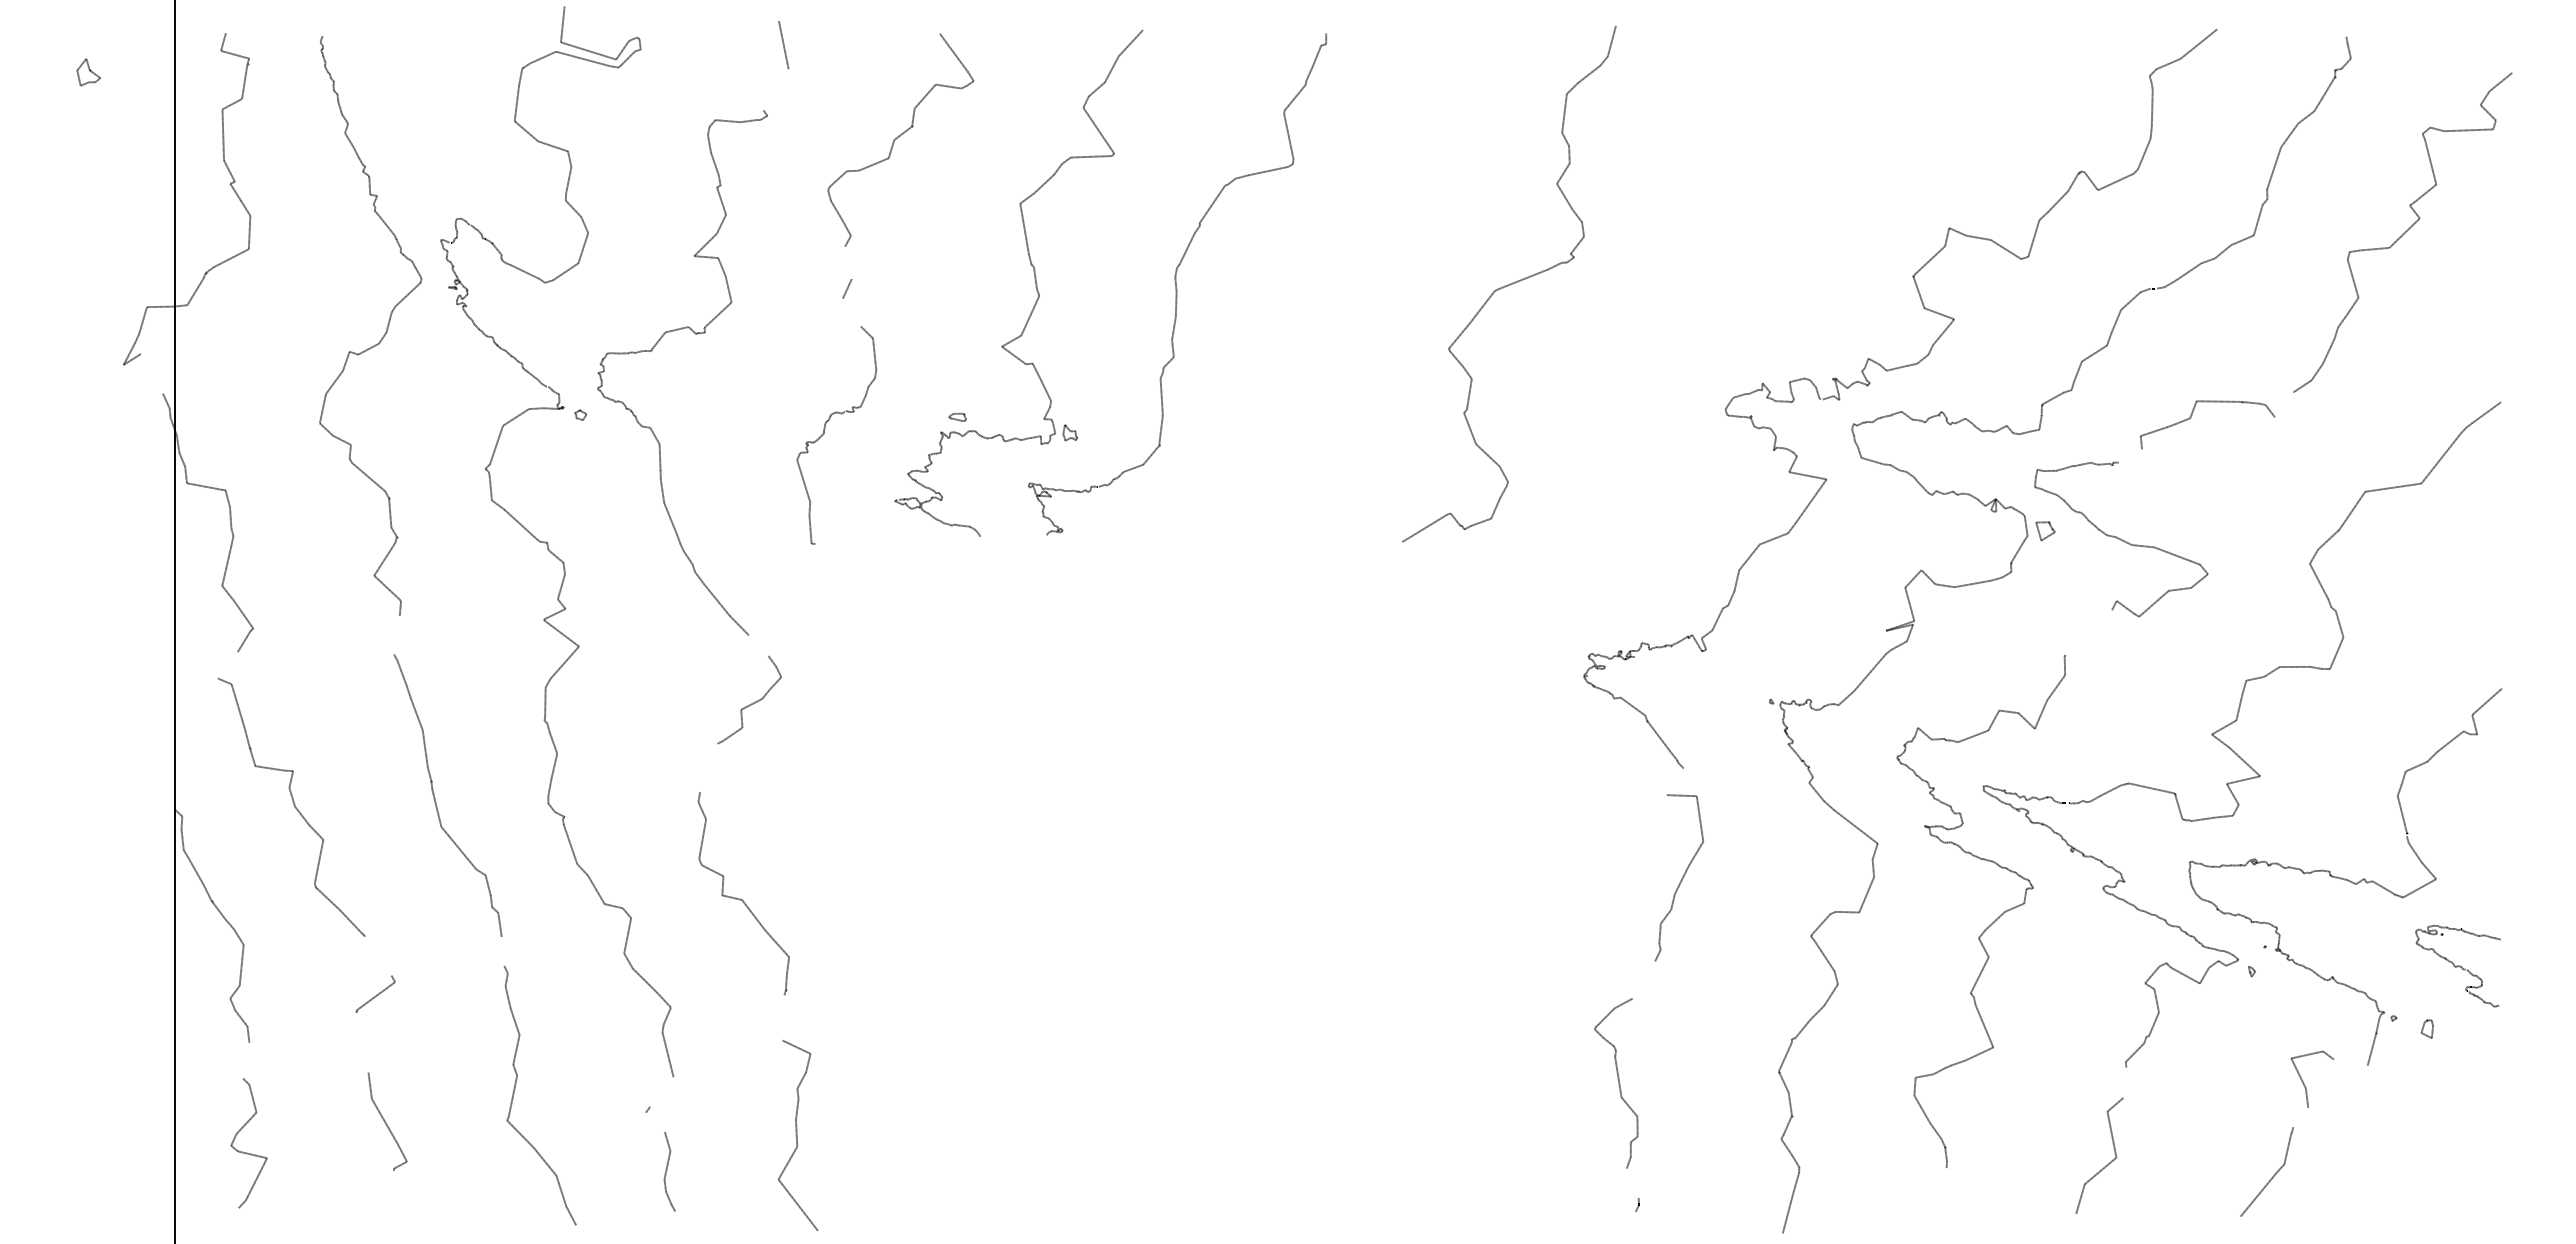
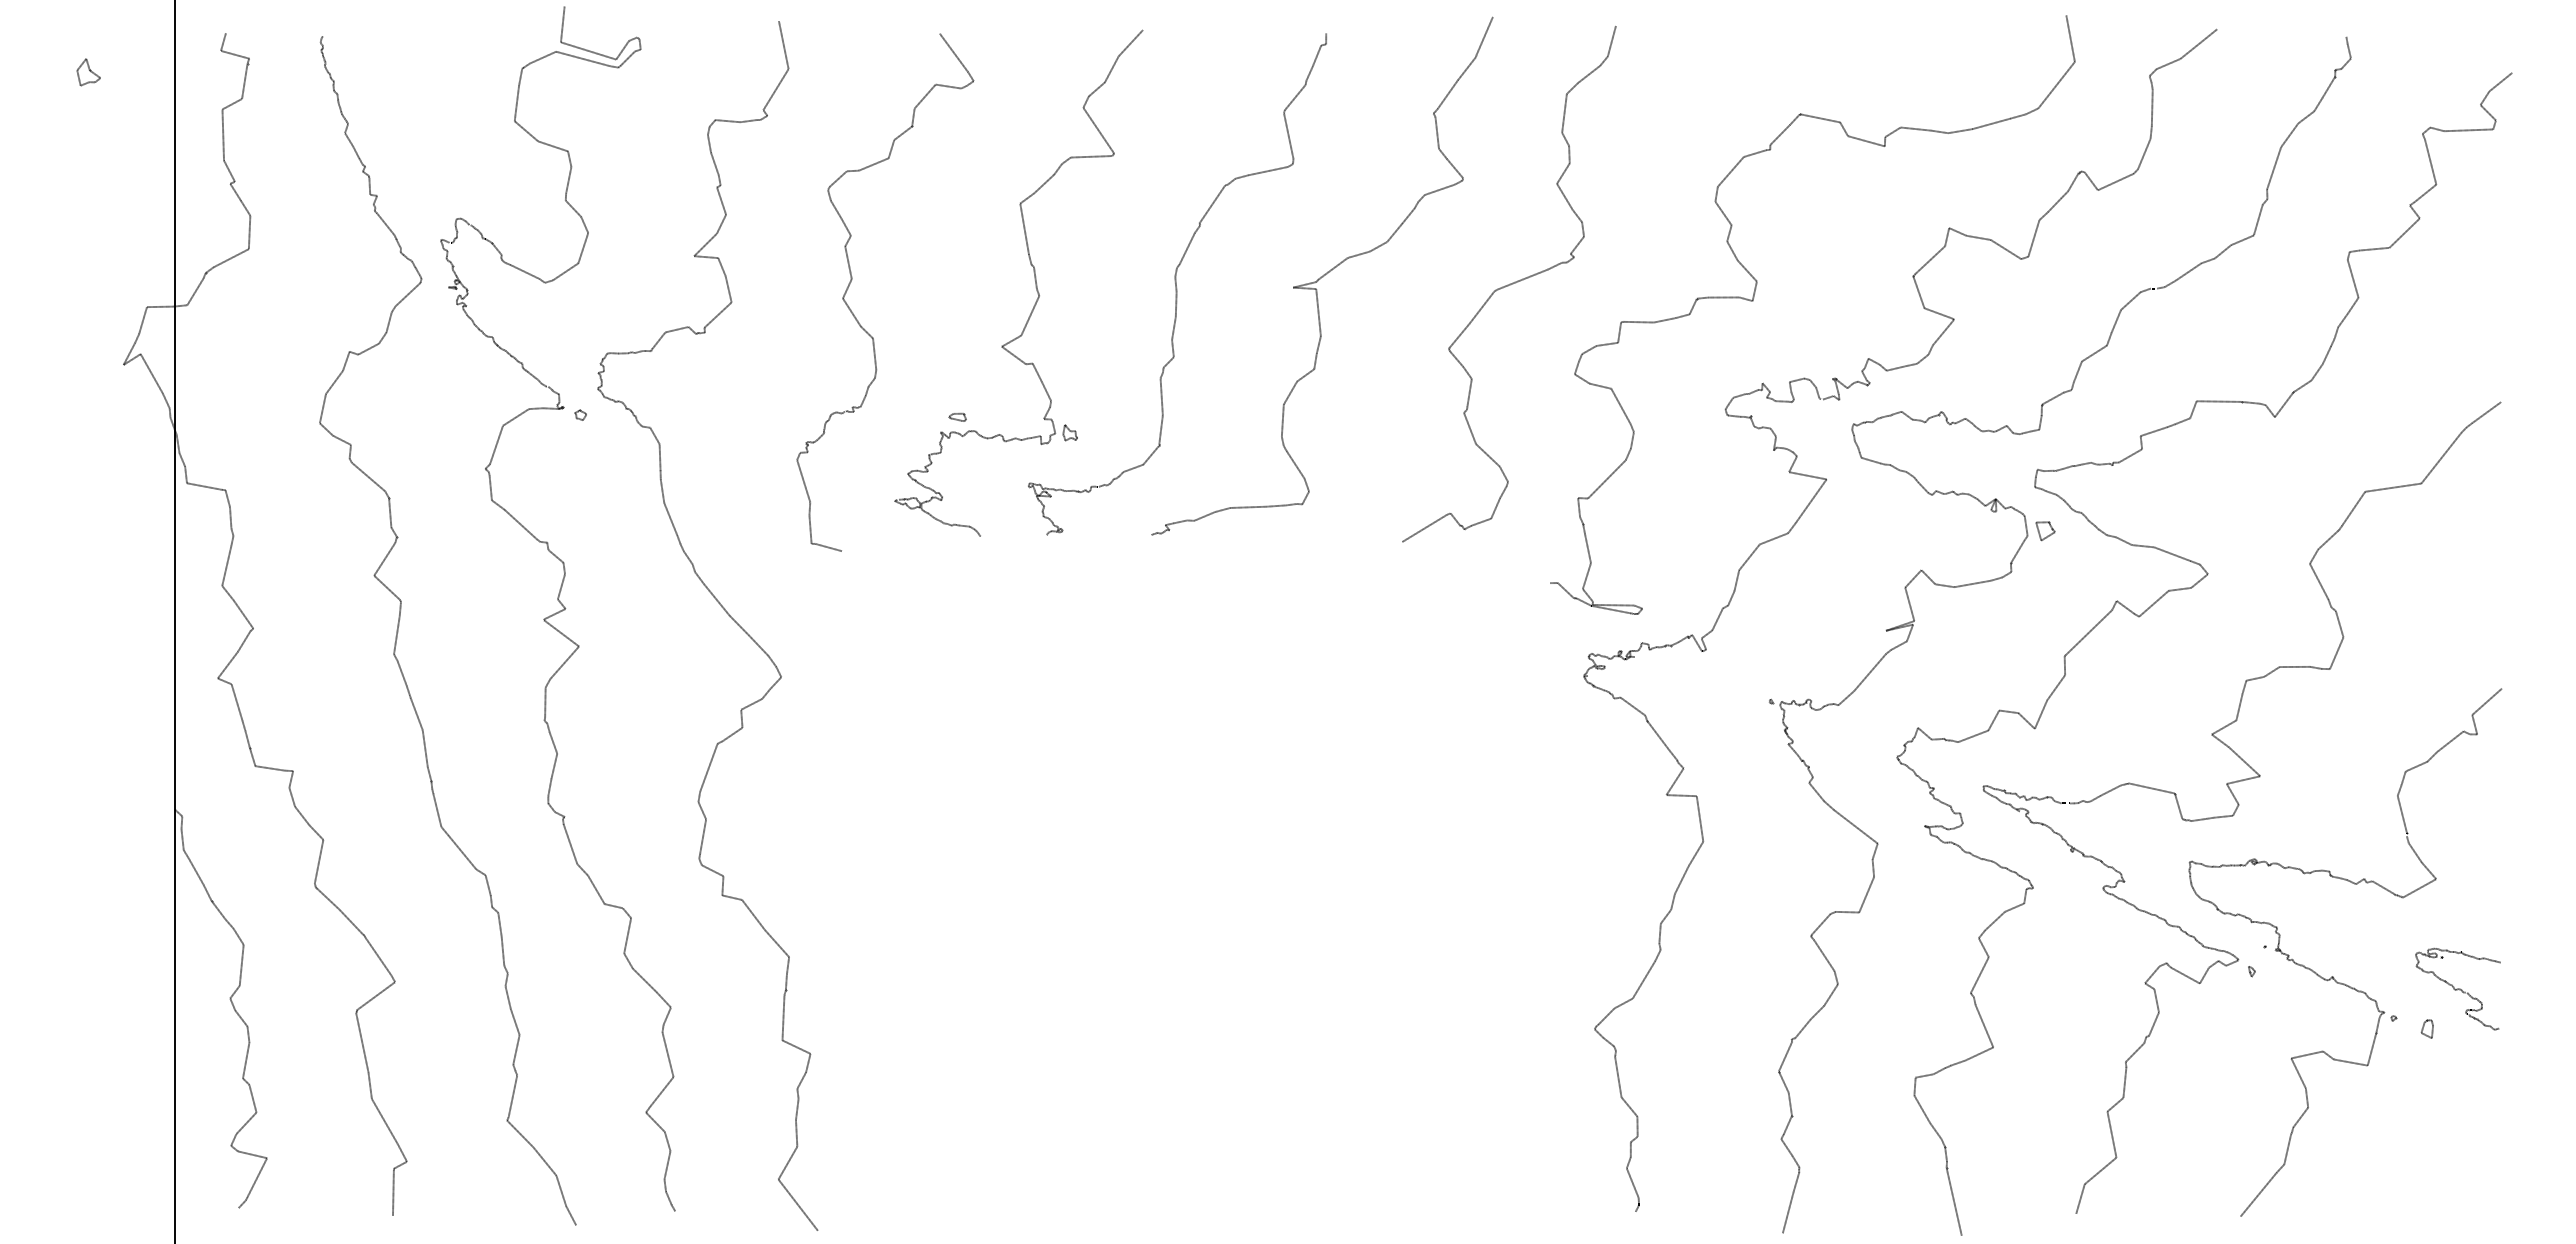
line at (775, 89): none -> present
line at (848, 262): none -> present
part at (1322, 275): none -> present
part at (1753, 301): none -> present
line at (851, 312): none -> present
line at (151, 373): none -> present
line at (2283, 404): none -> present
line at (2130, 455): none -> present
line at (828, 547): none -> present
line at (2088, 632): none -> present
line at (396, 634): none -> present
line at (758, 645): none -> present
line at (227, 665): none -> present
line at (708, 767): none -> present
line at (1674, 781): none -> present
line at (502, 950): none -> present
line at (377, 955): none -> present
part at (2457, 966) position: (2457, 966) -> (2457, 989)
line at (1643, 979): none -> present
line at (783, 1017): none -> present
line at (362, 1042): none -> present
line at (245, 1060): none -> present
line at (2350, 1062): none -> present
line at (2124, 1082): none -> present
line at (661, 1091): none -> present
line at (2300, 1117): none -> present
line at (655, 1121): none -> present
line at (1632, 1182): none -> present
line at (392, 1192): none -> present
line at (1953, 1201): none -> present
